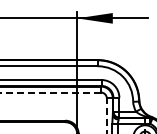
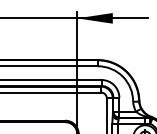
line at (50, 92): dashed -> solid
line at (106, 115): dashed -> solid
